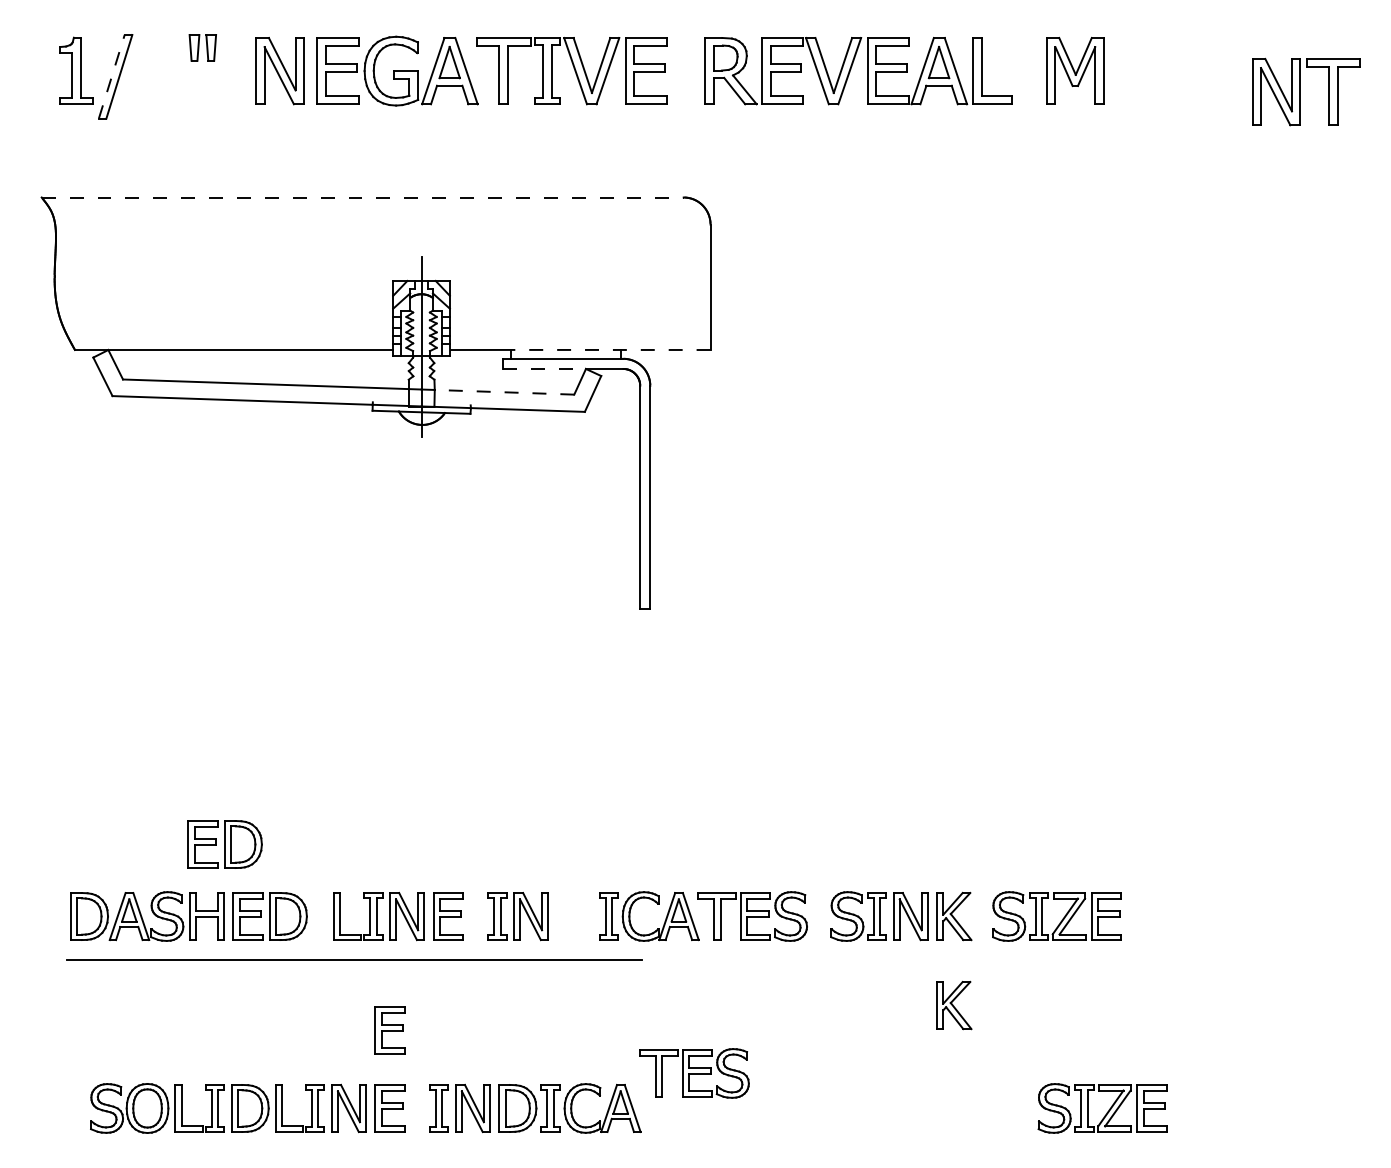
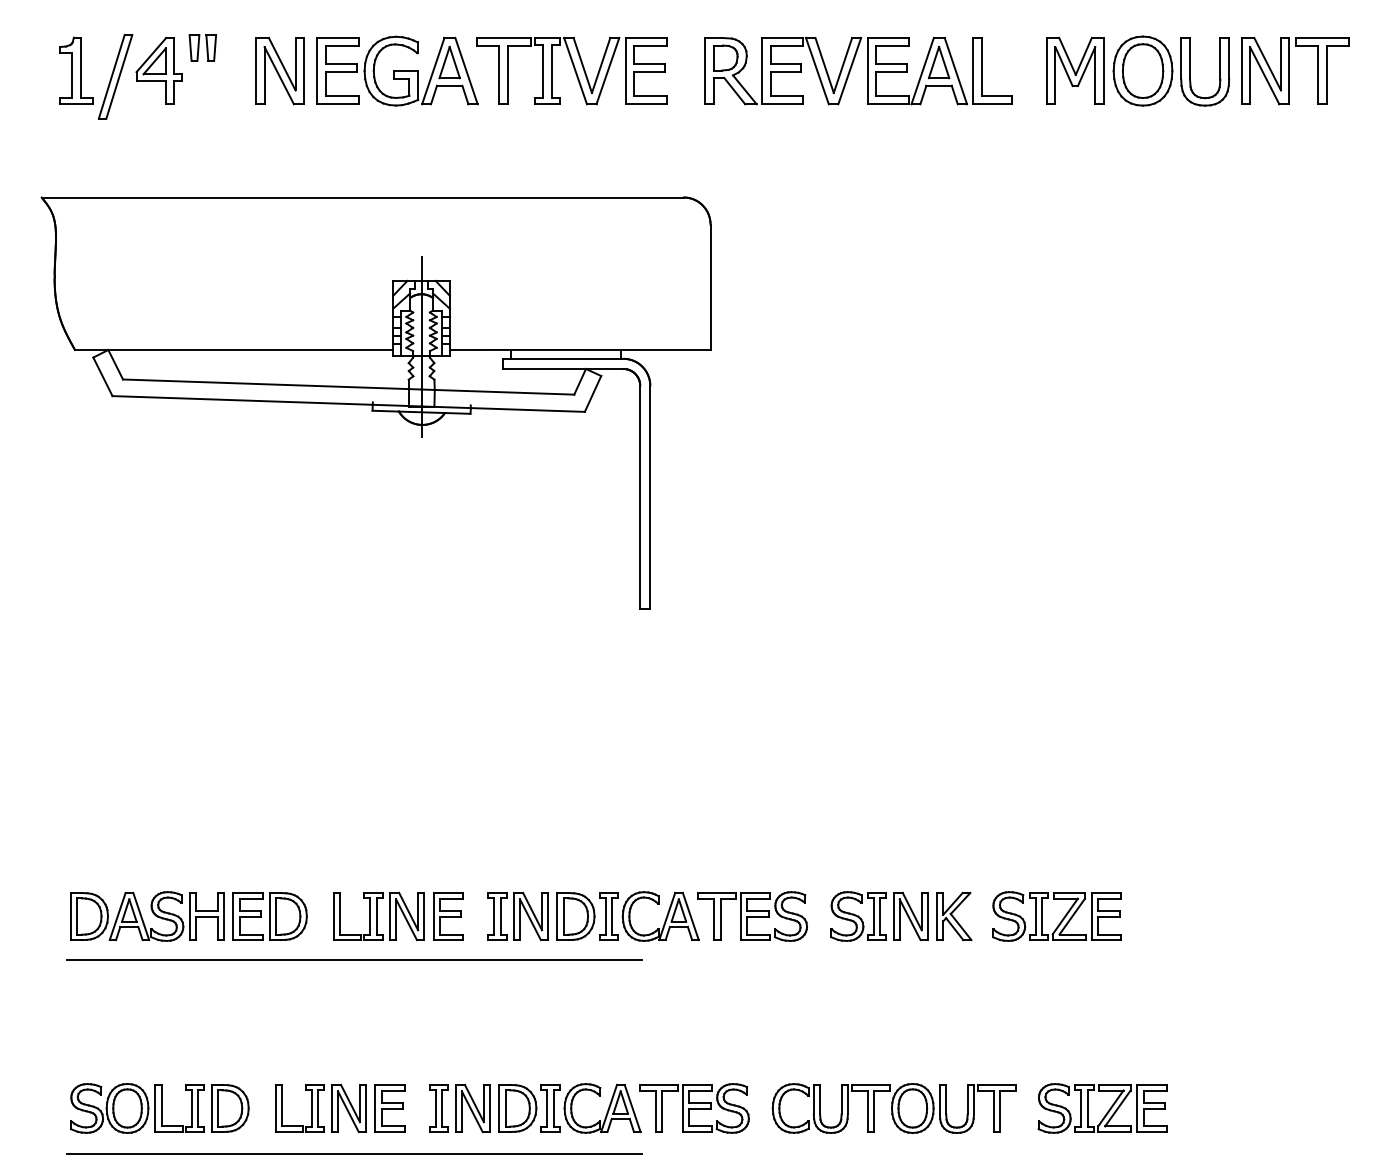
part at (158, 70): none -> present
part at (1171, 70): none -> present
line at (111, 76): dashed -> solid
part at (1306, 91) position: (1306, 91) -> (1295, 70)
line at (362, 197): dashed -> solid
line at (610, 349): dashed -> solid
line at (545, 368): dashed -> solid
line at (504, 392): dashed -> solid
part at (224, 844): present -> none
part at (575, 916): none -> present
part at (954, 1005): present -> none
part at (389, 1030): present -> none
part at (694, 1073) position: (694, 1073) -> (694, 1108)
part at (179, 1108) position: (179, 1108) -> (159, 1108)
part at (893, 1108): none -> present
line at (354, 1153): none -> present
